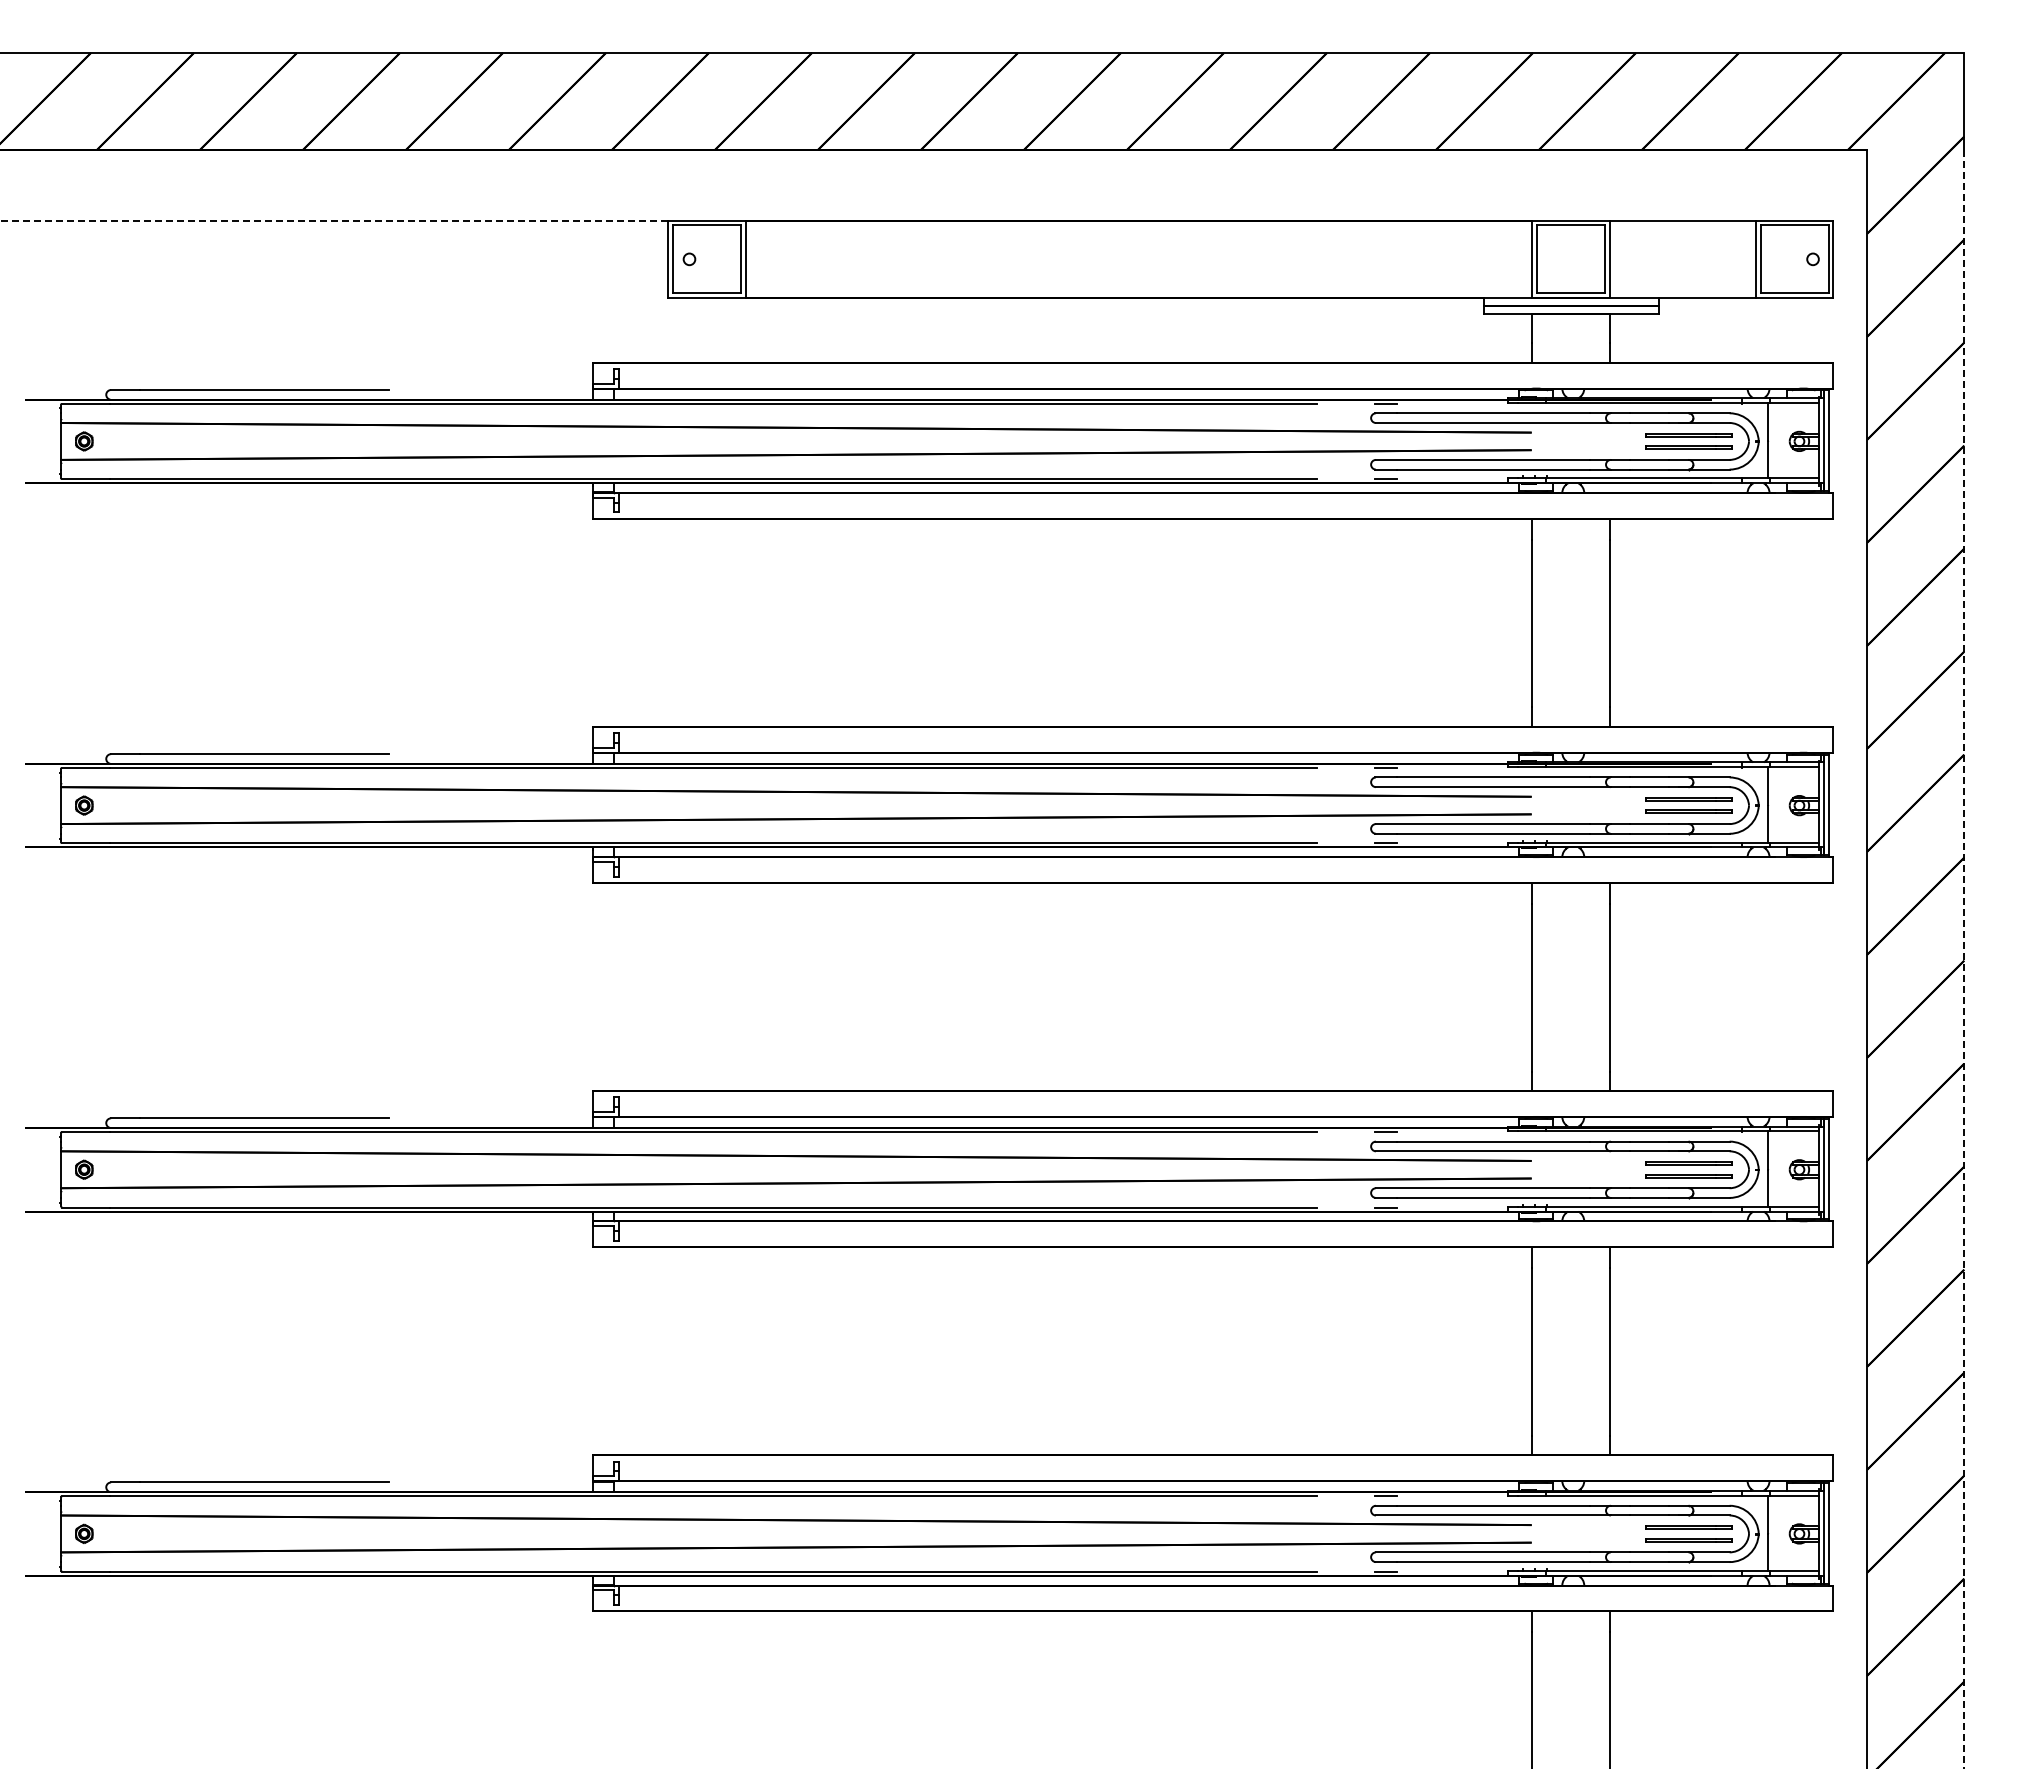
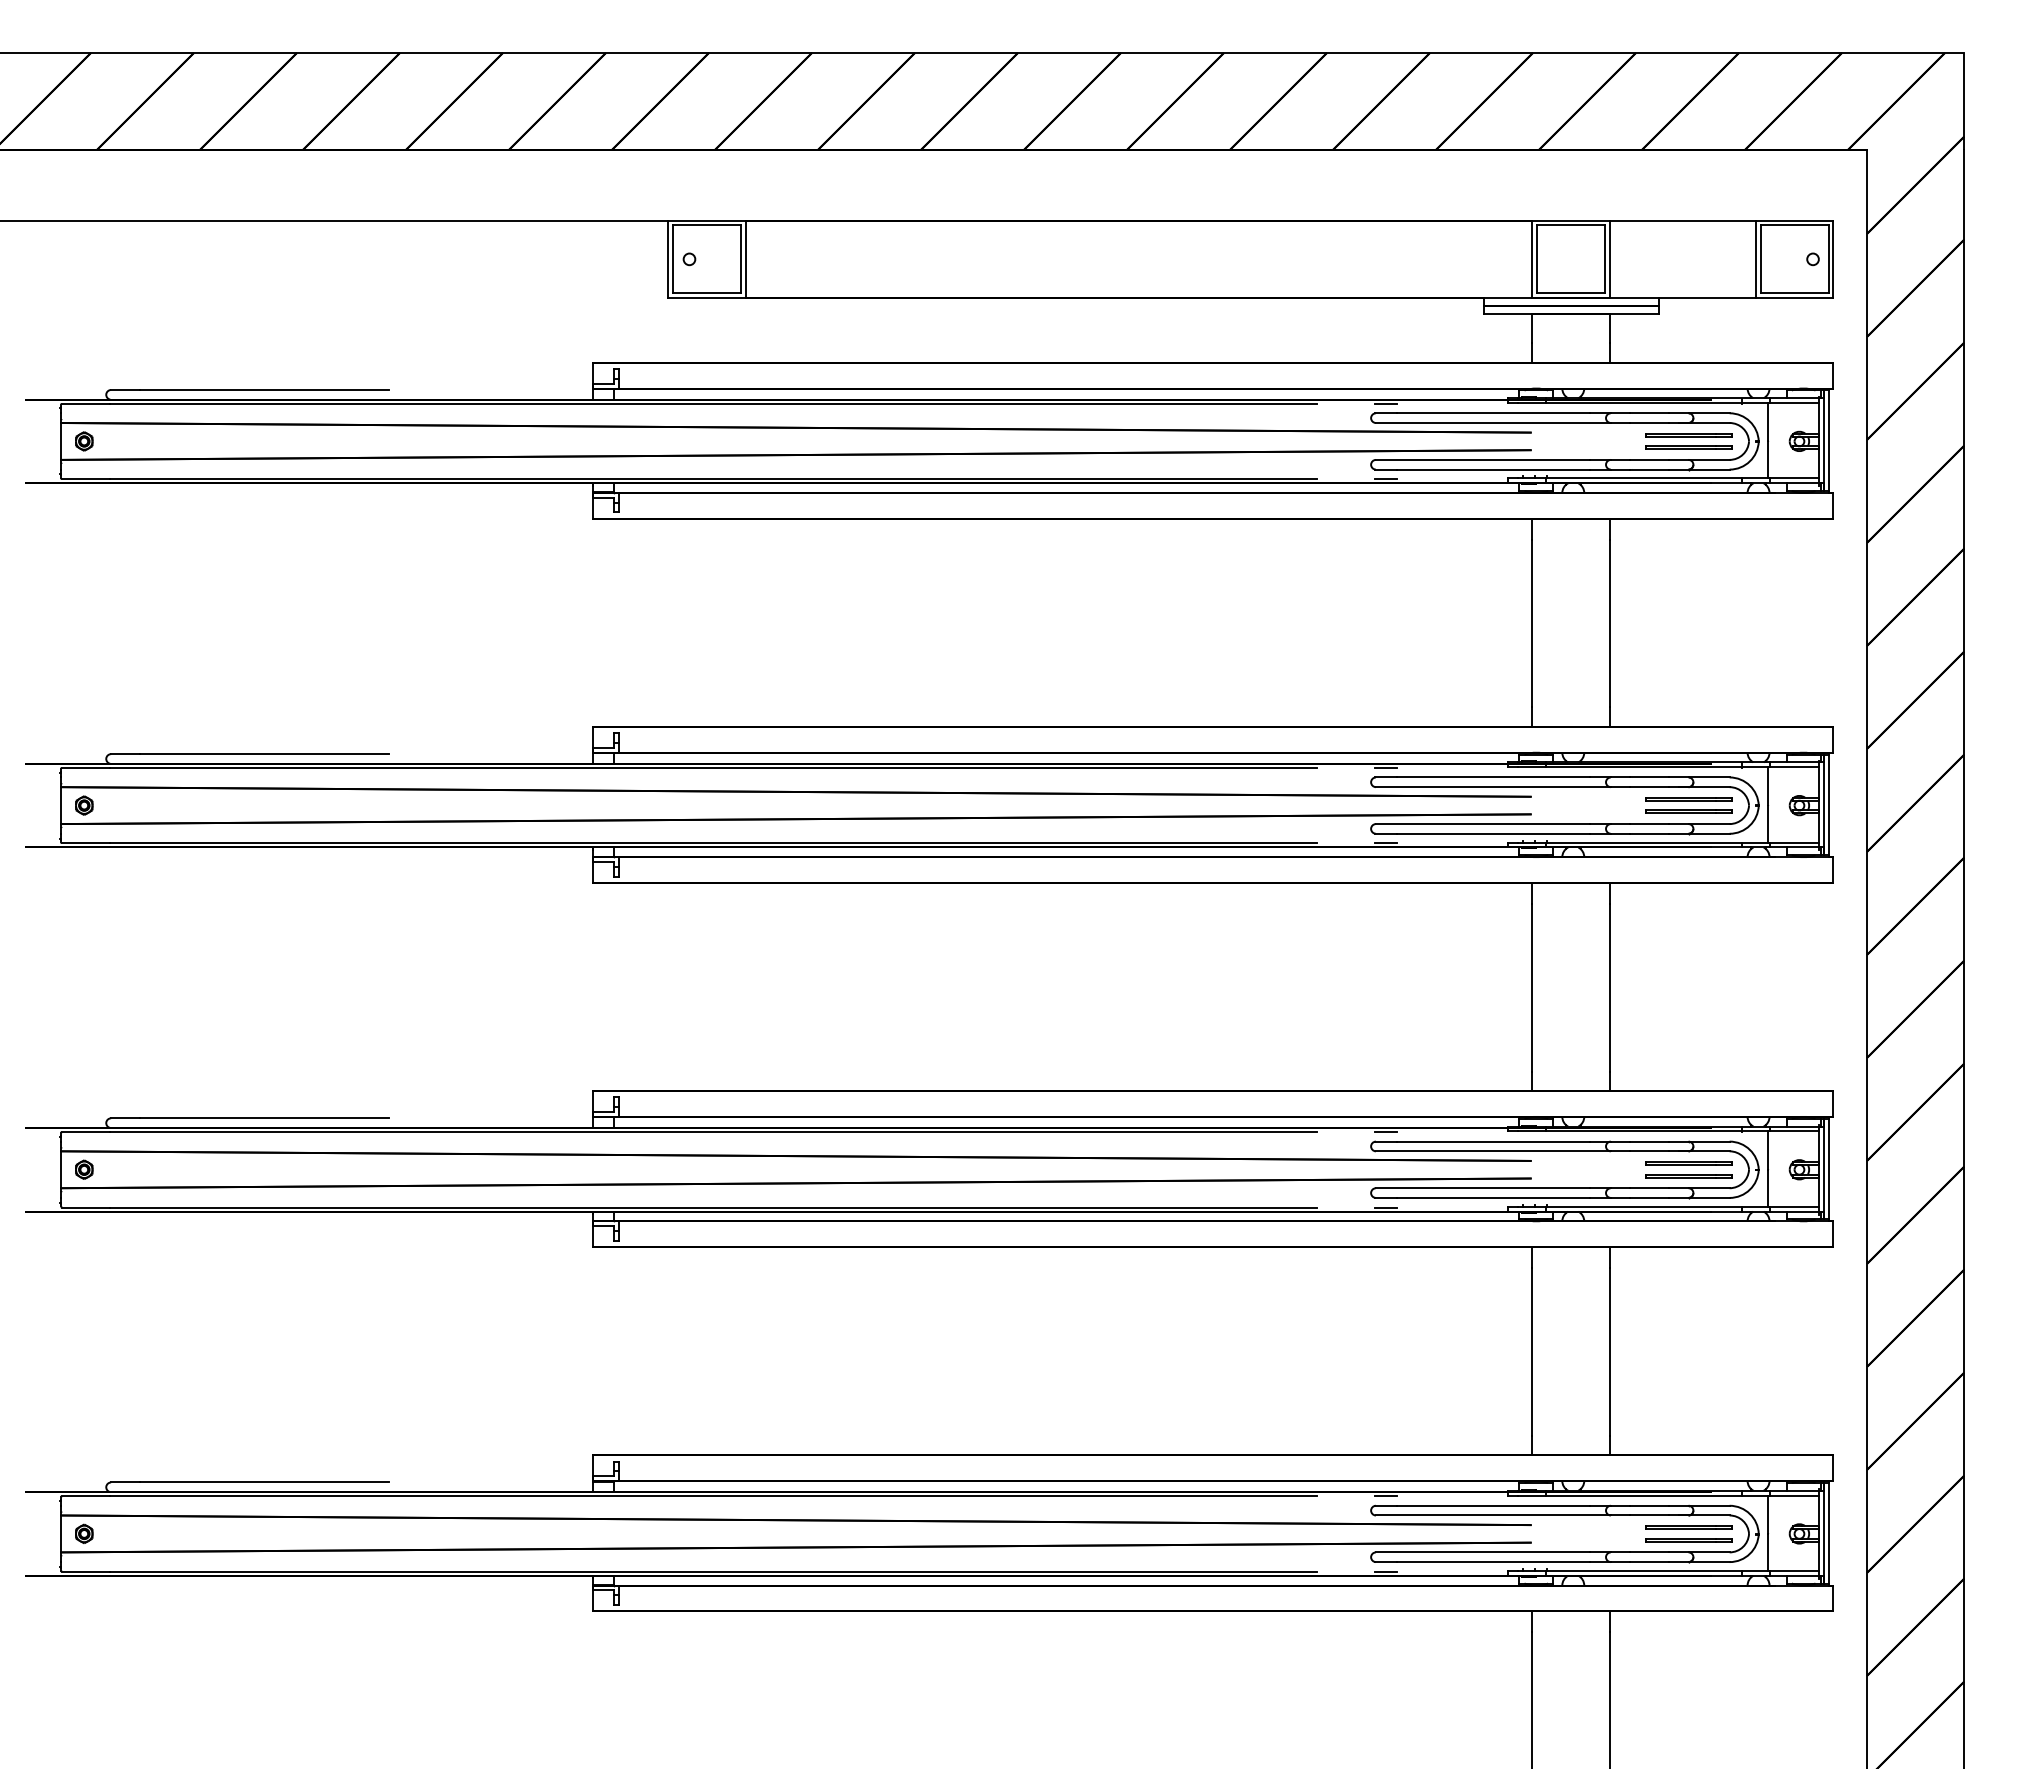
line at (334, 220): dashed -> solid
line at (1964, 959): dashed -> solid
